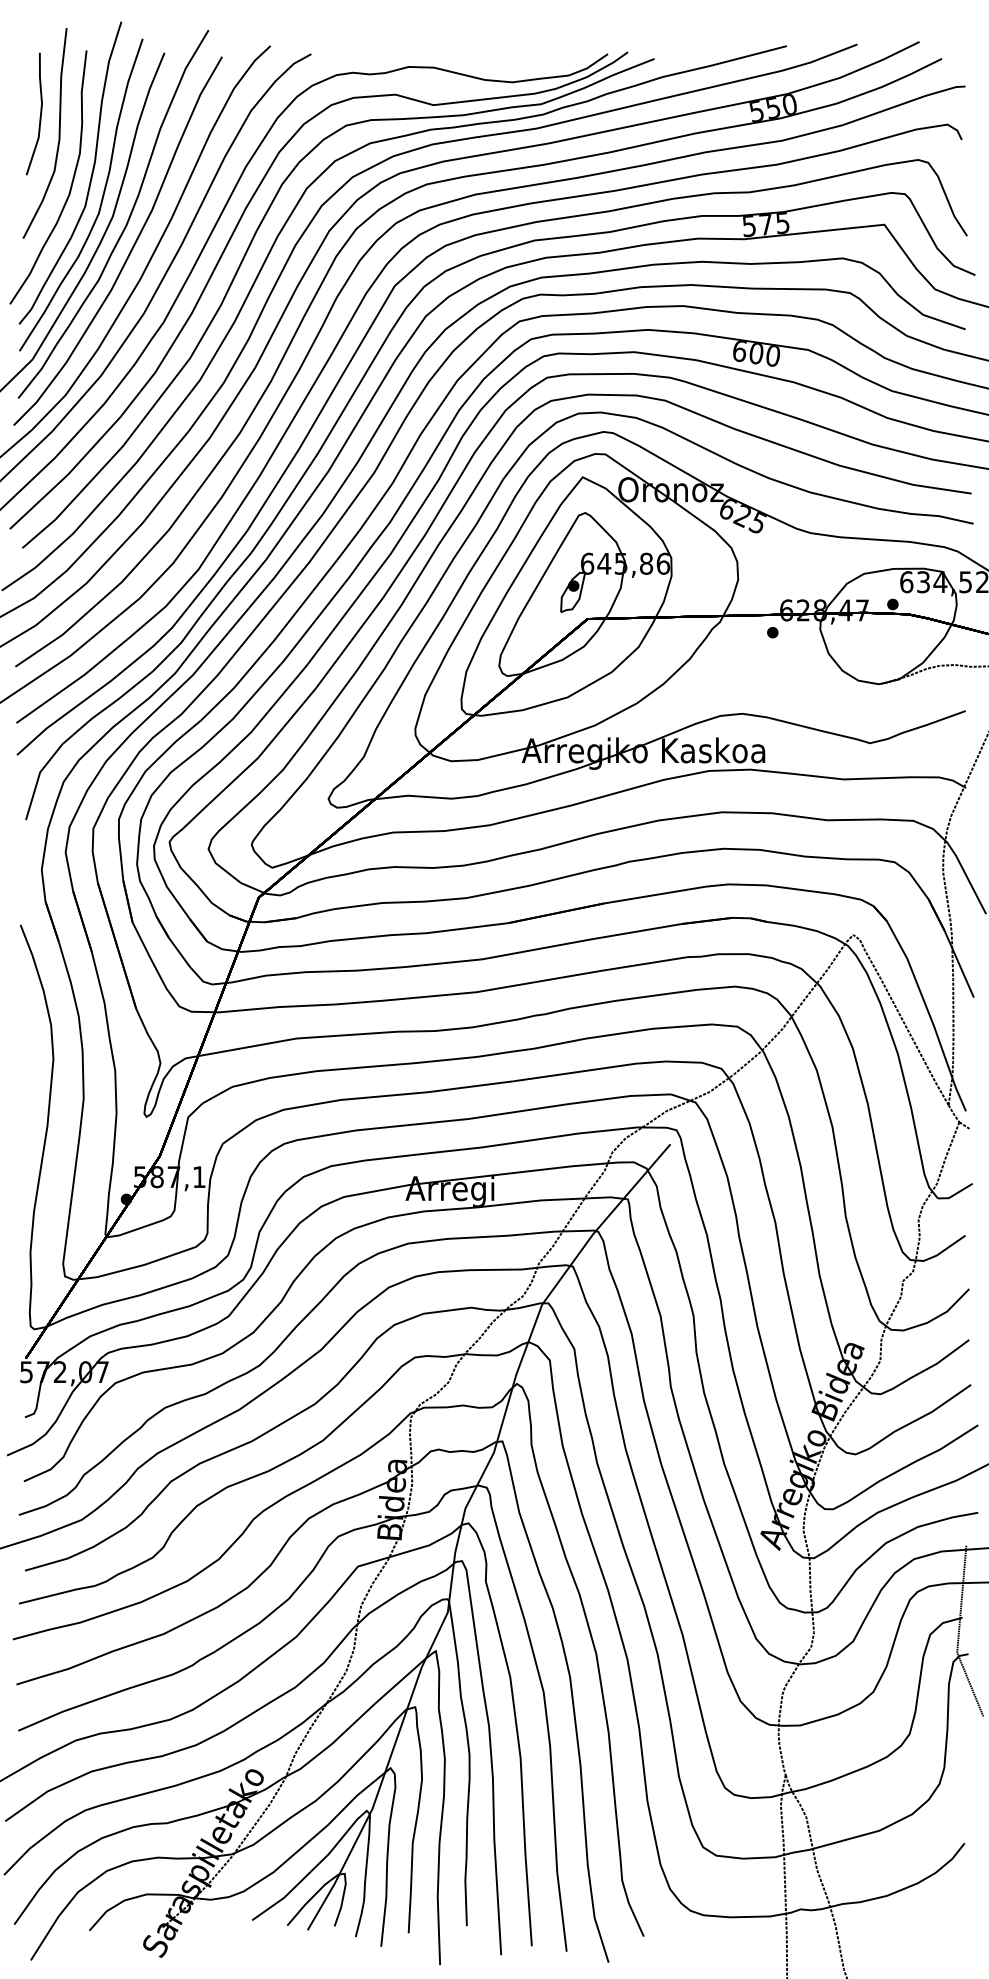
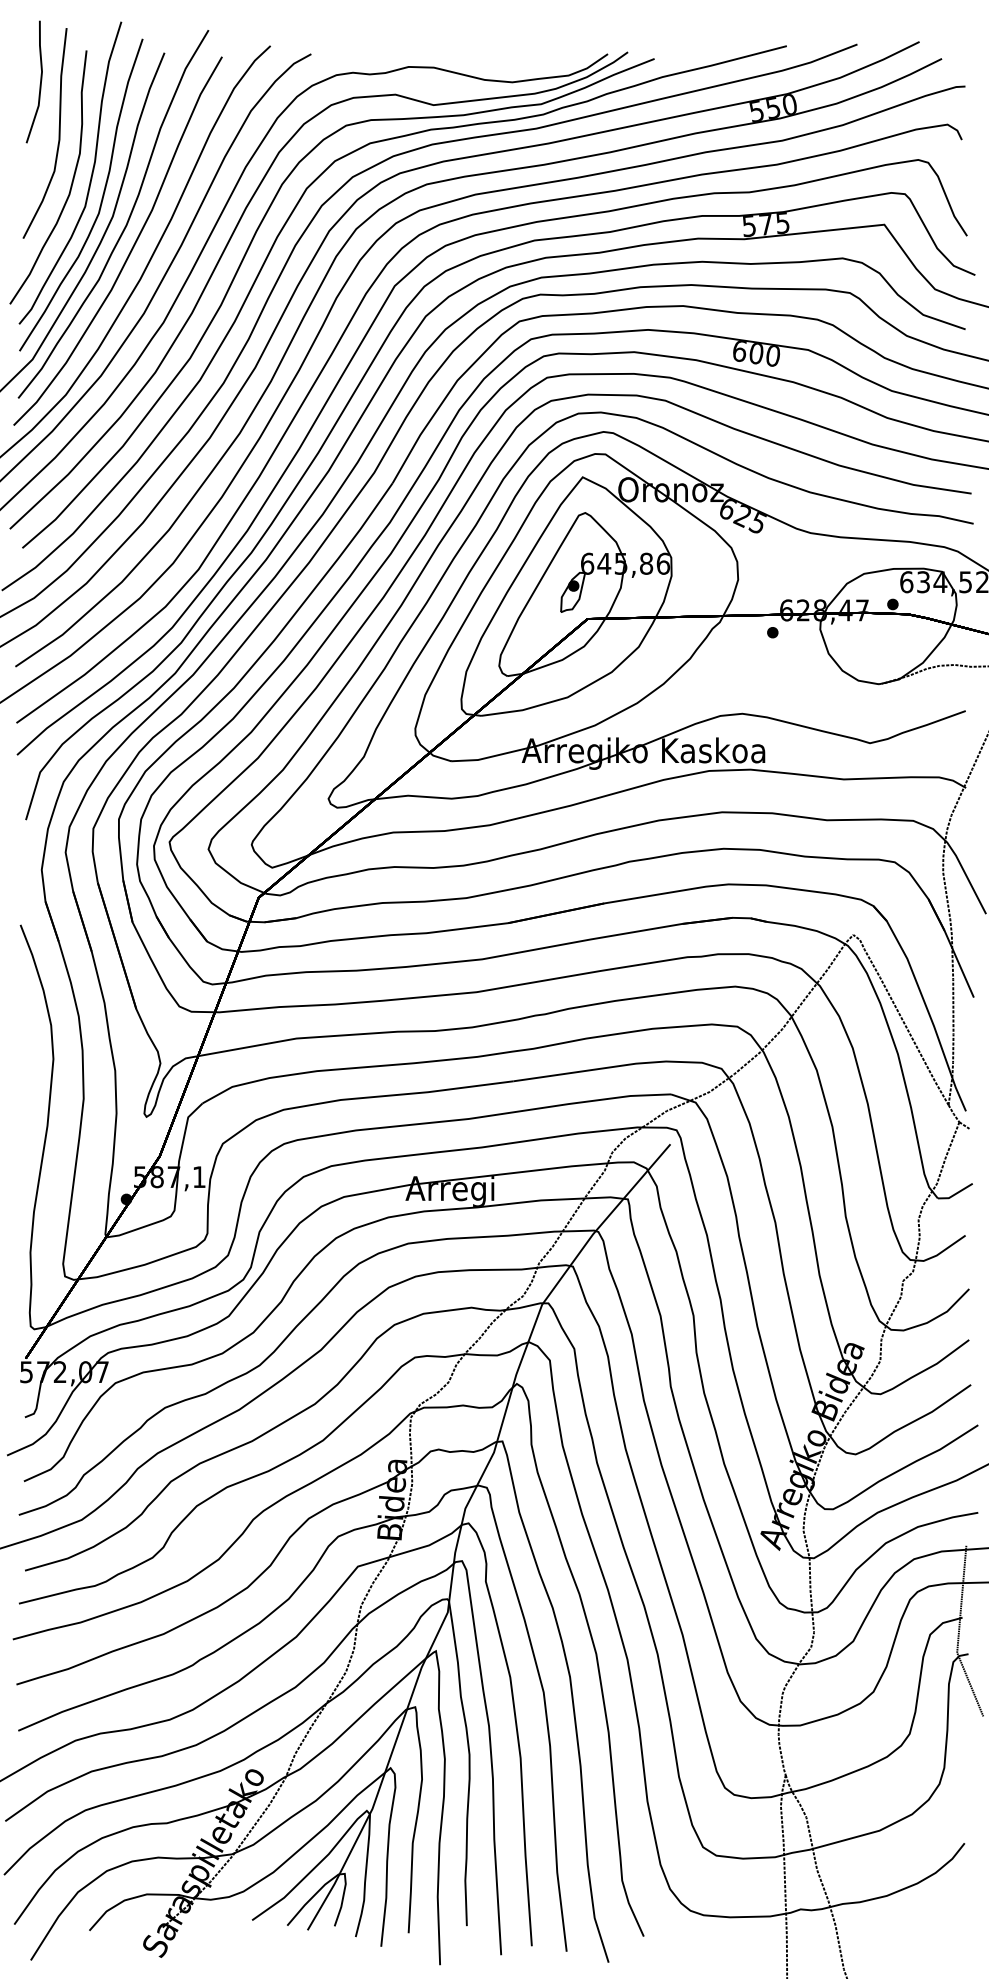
part at (39, 116) position: (39, 116) -> (39, 84)
